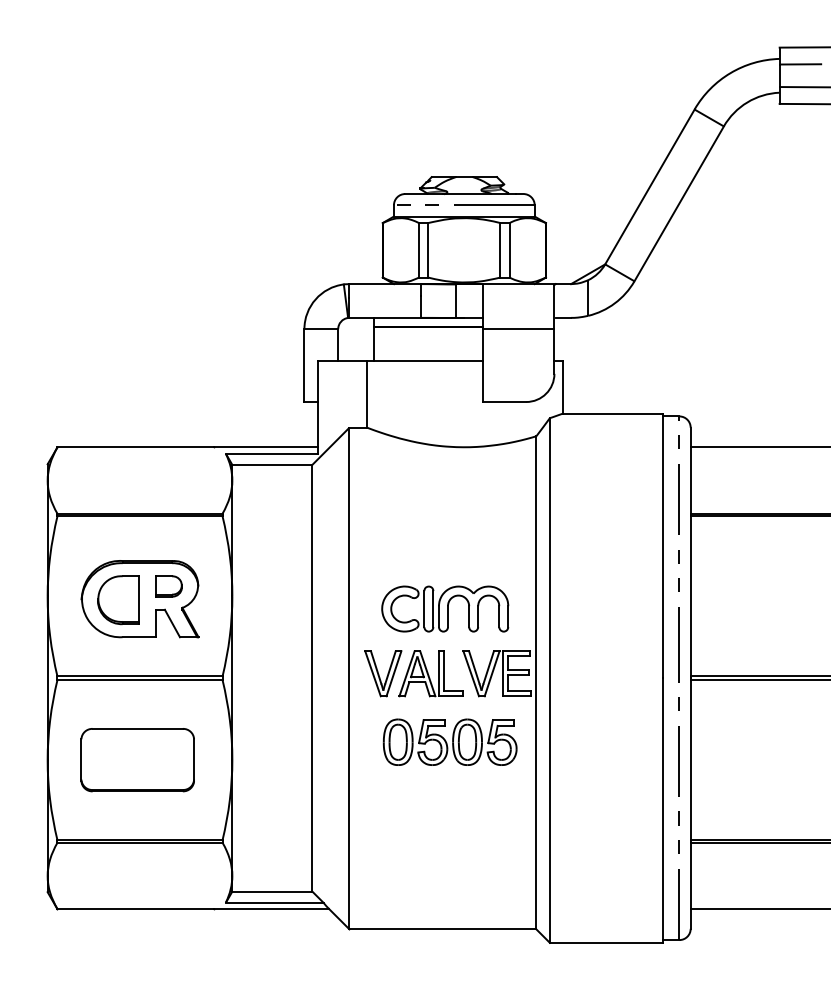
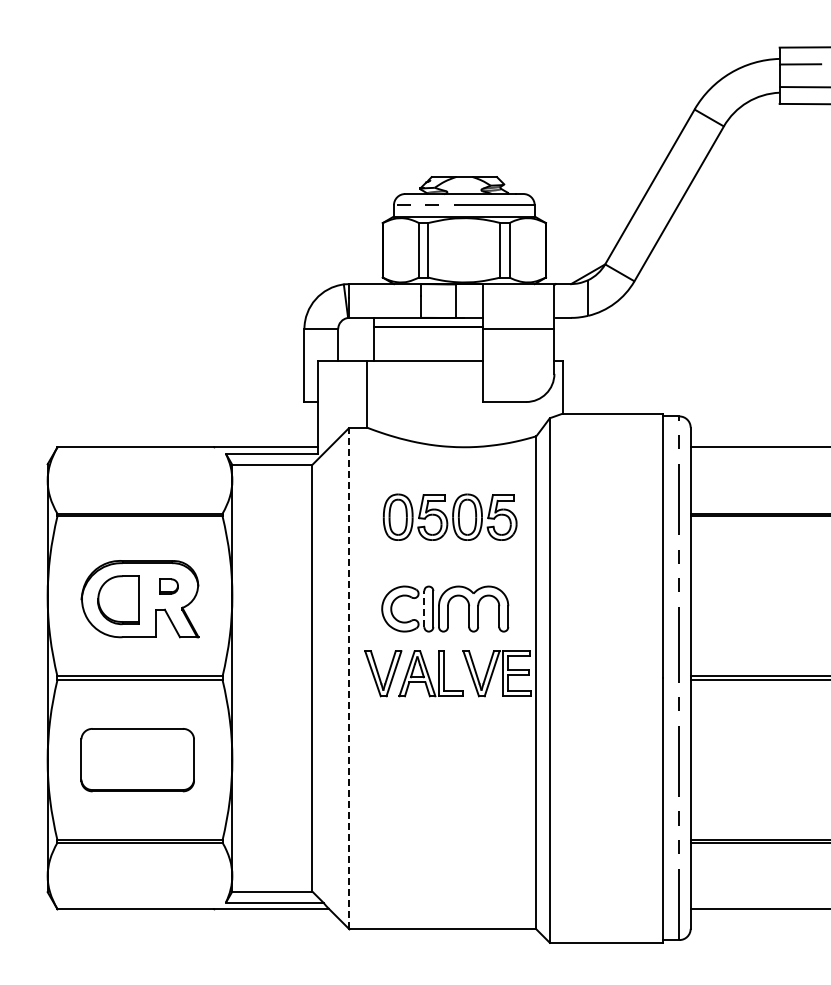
part at (168, 586) size: 28x23 px -> 20x17 px
line at (424, 608): solid -> dashed
line at (349, 678): solid -> dashed
part at (449, 741) position: (449, 741) -> (449, 516)
